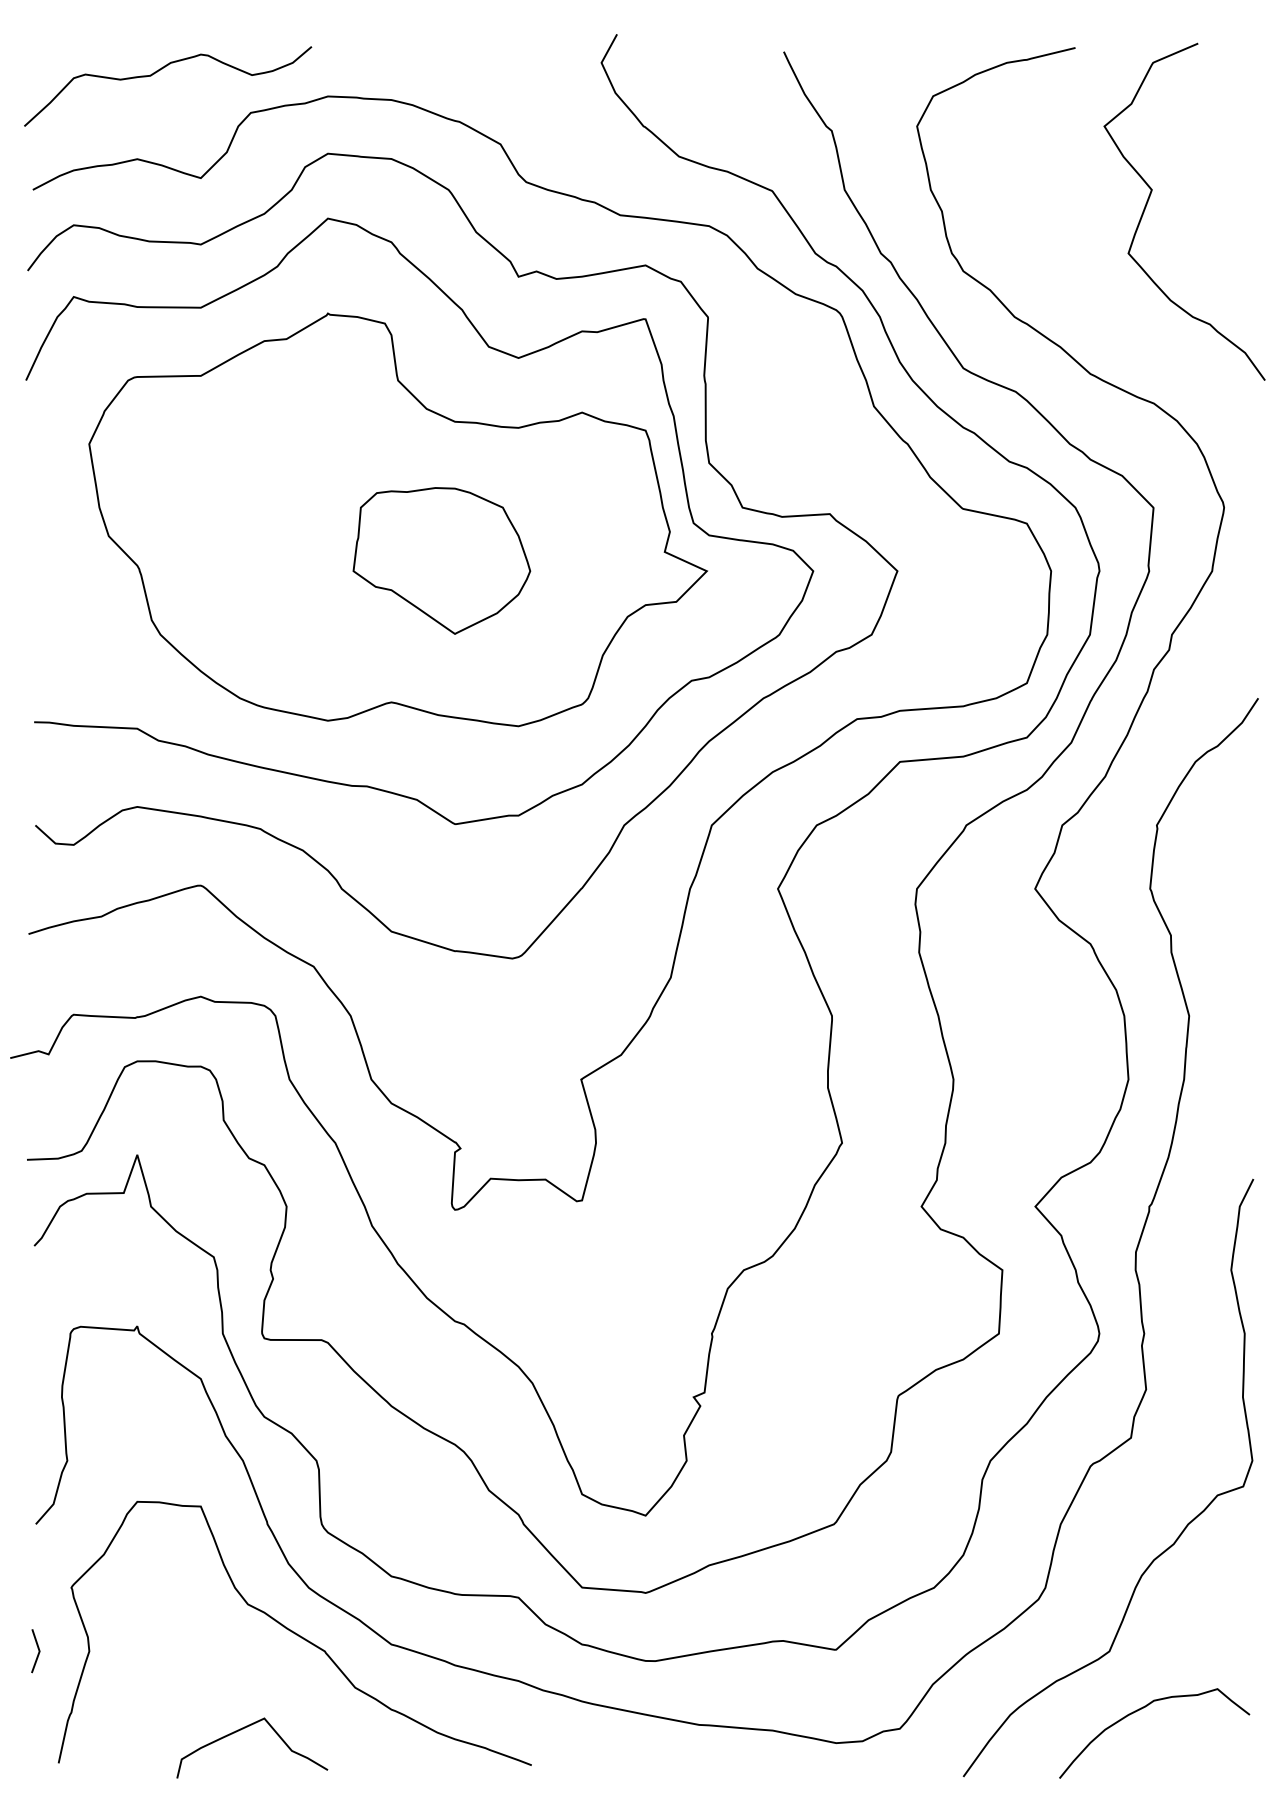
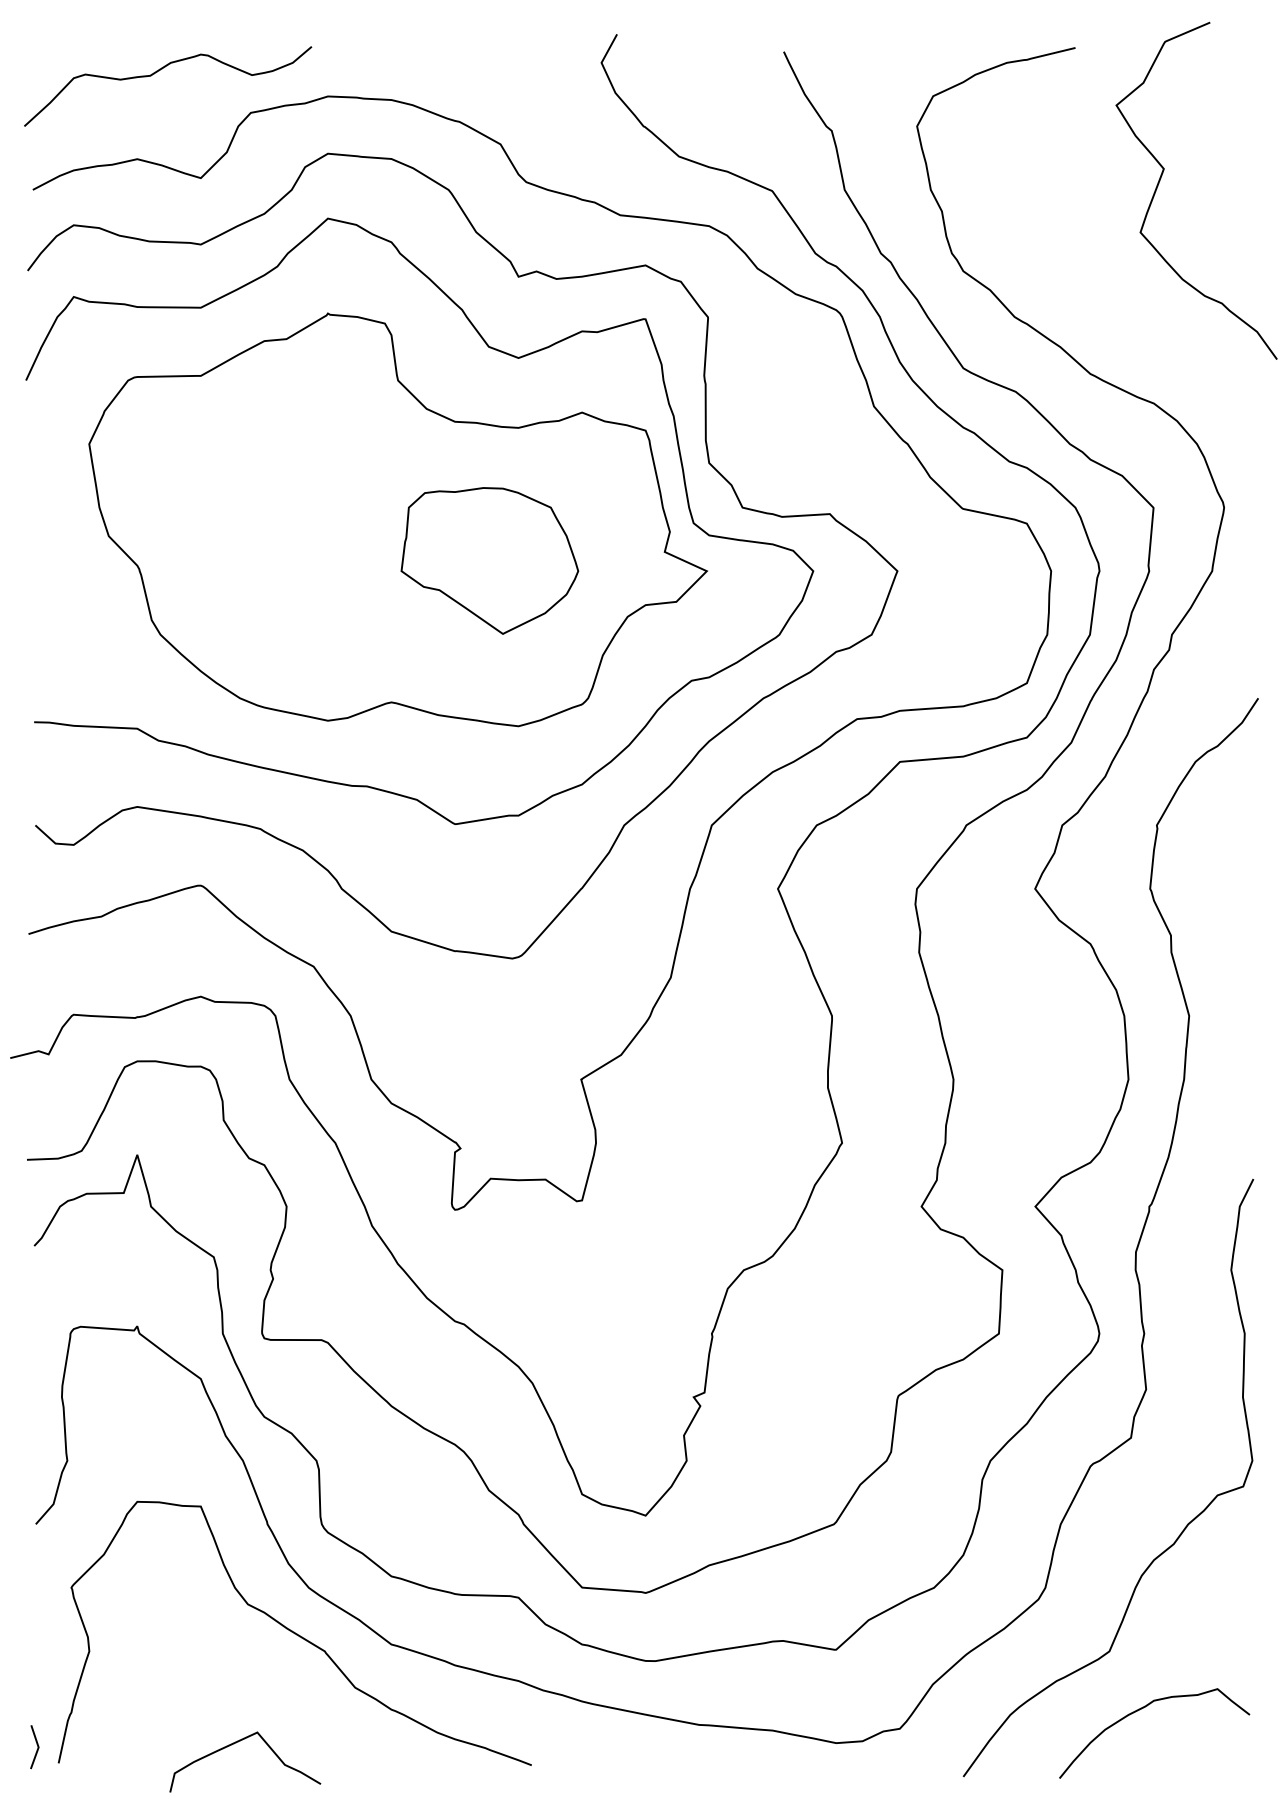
curve at (1149, 199) position: (1149, 199) -> (1161, 178)
part at (441, 560) position: (441, 560) -> (489, 560)
line at (38, 1651) position: (38, 1651) -> (37, 1747)
curve at (243, 1729) position: (243, 1729) -> (236, 1743)
